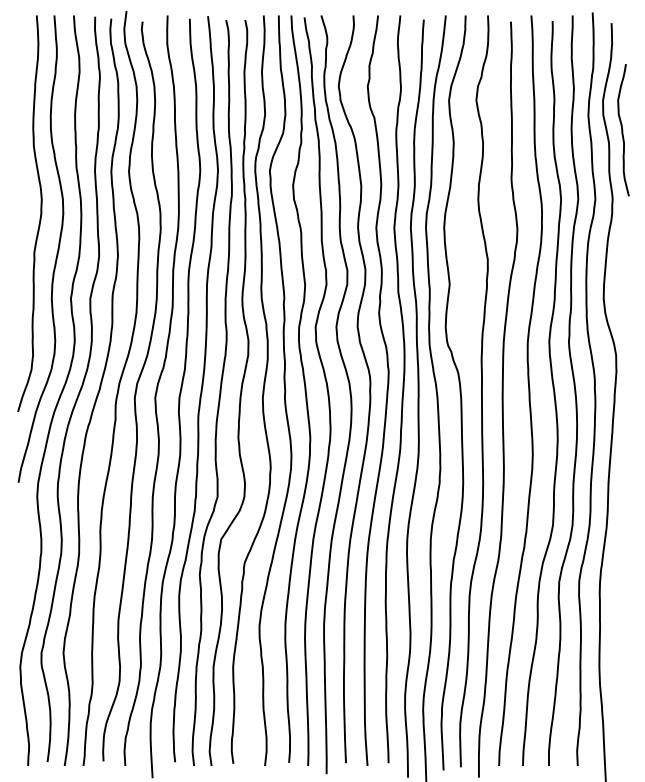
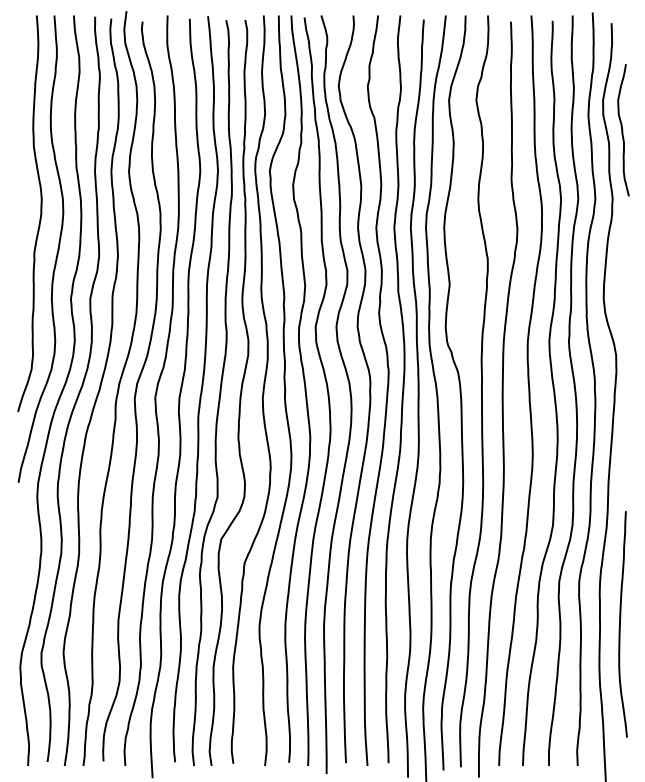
curve at (620, 624): none -> present
